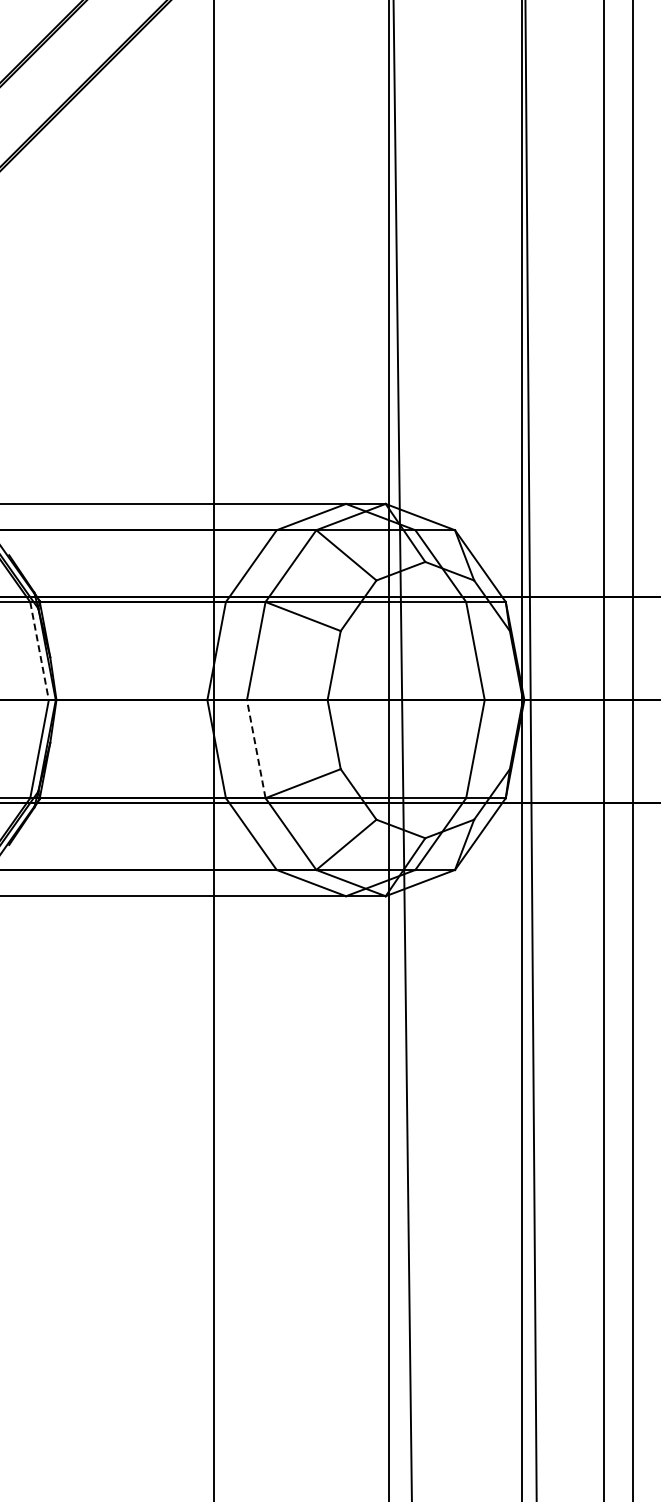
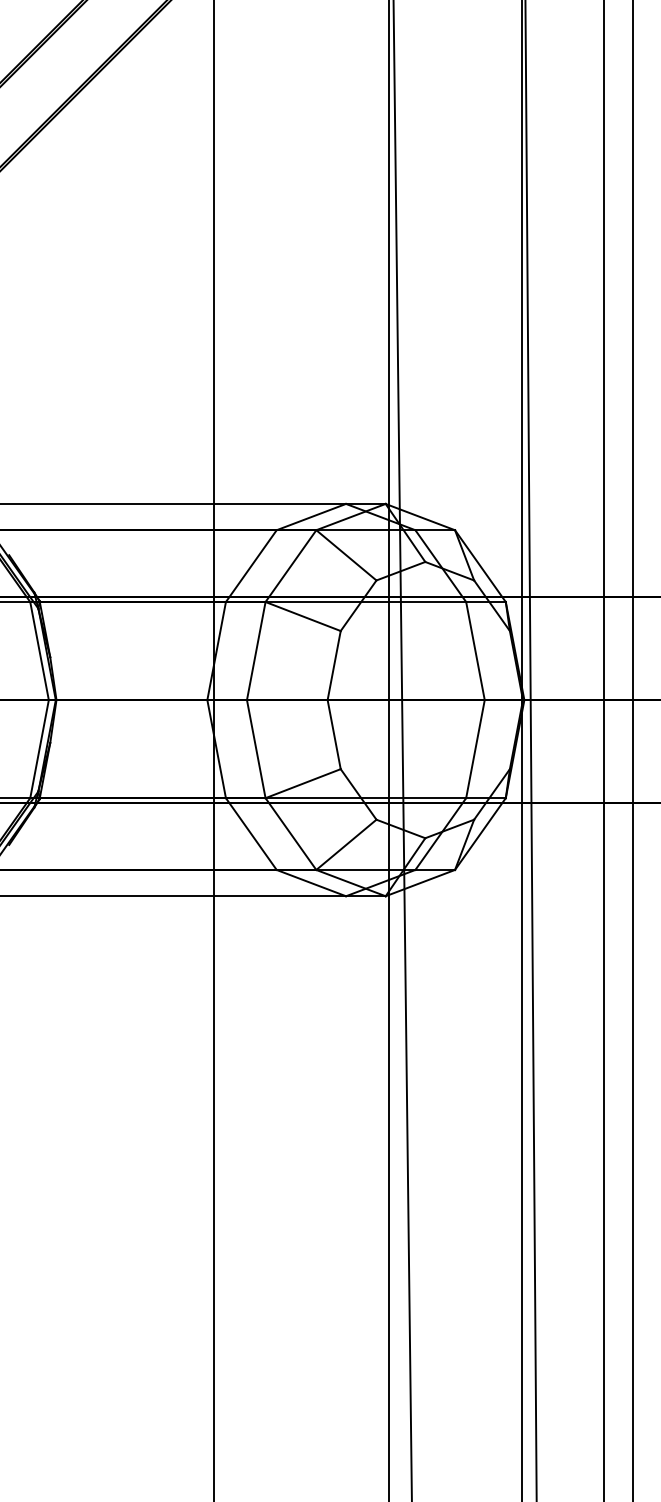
line at (39, 651): dashed -> solid
line at (256, 749): dashed -> solid
